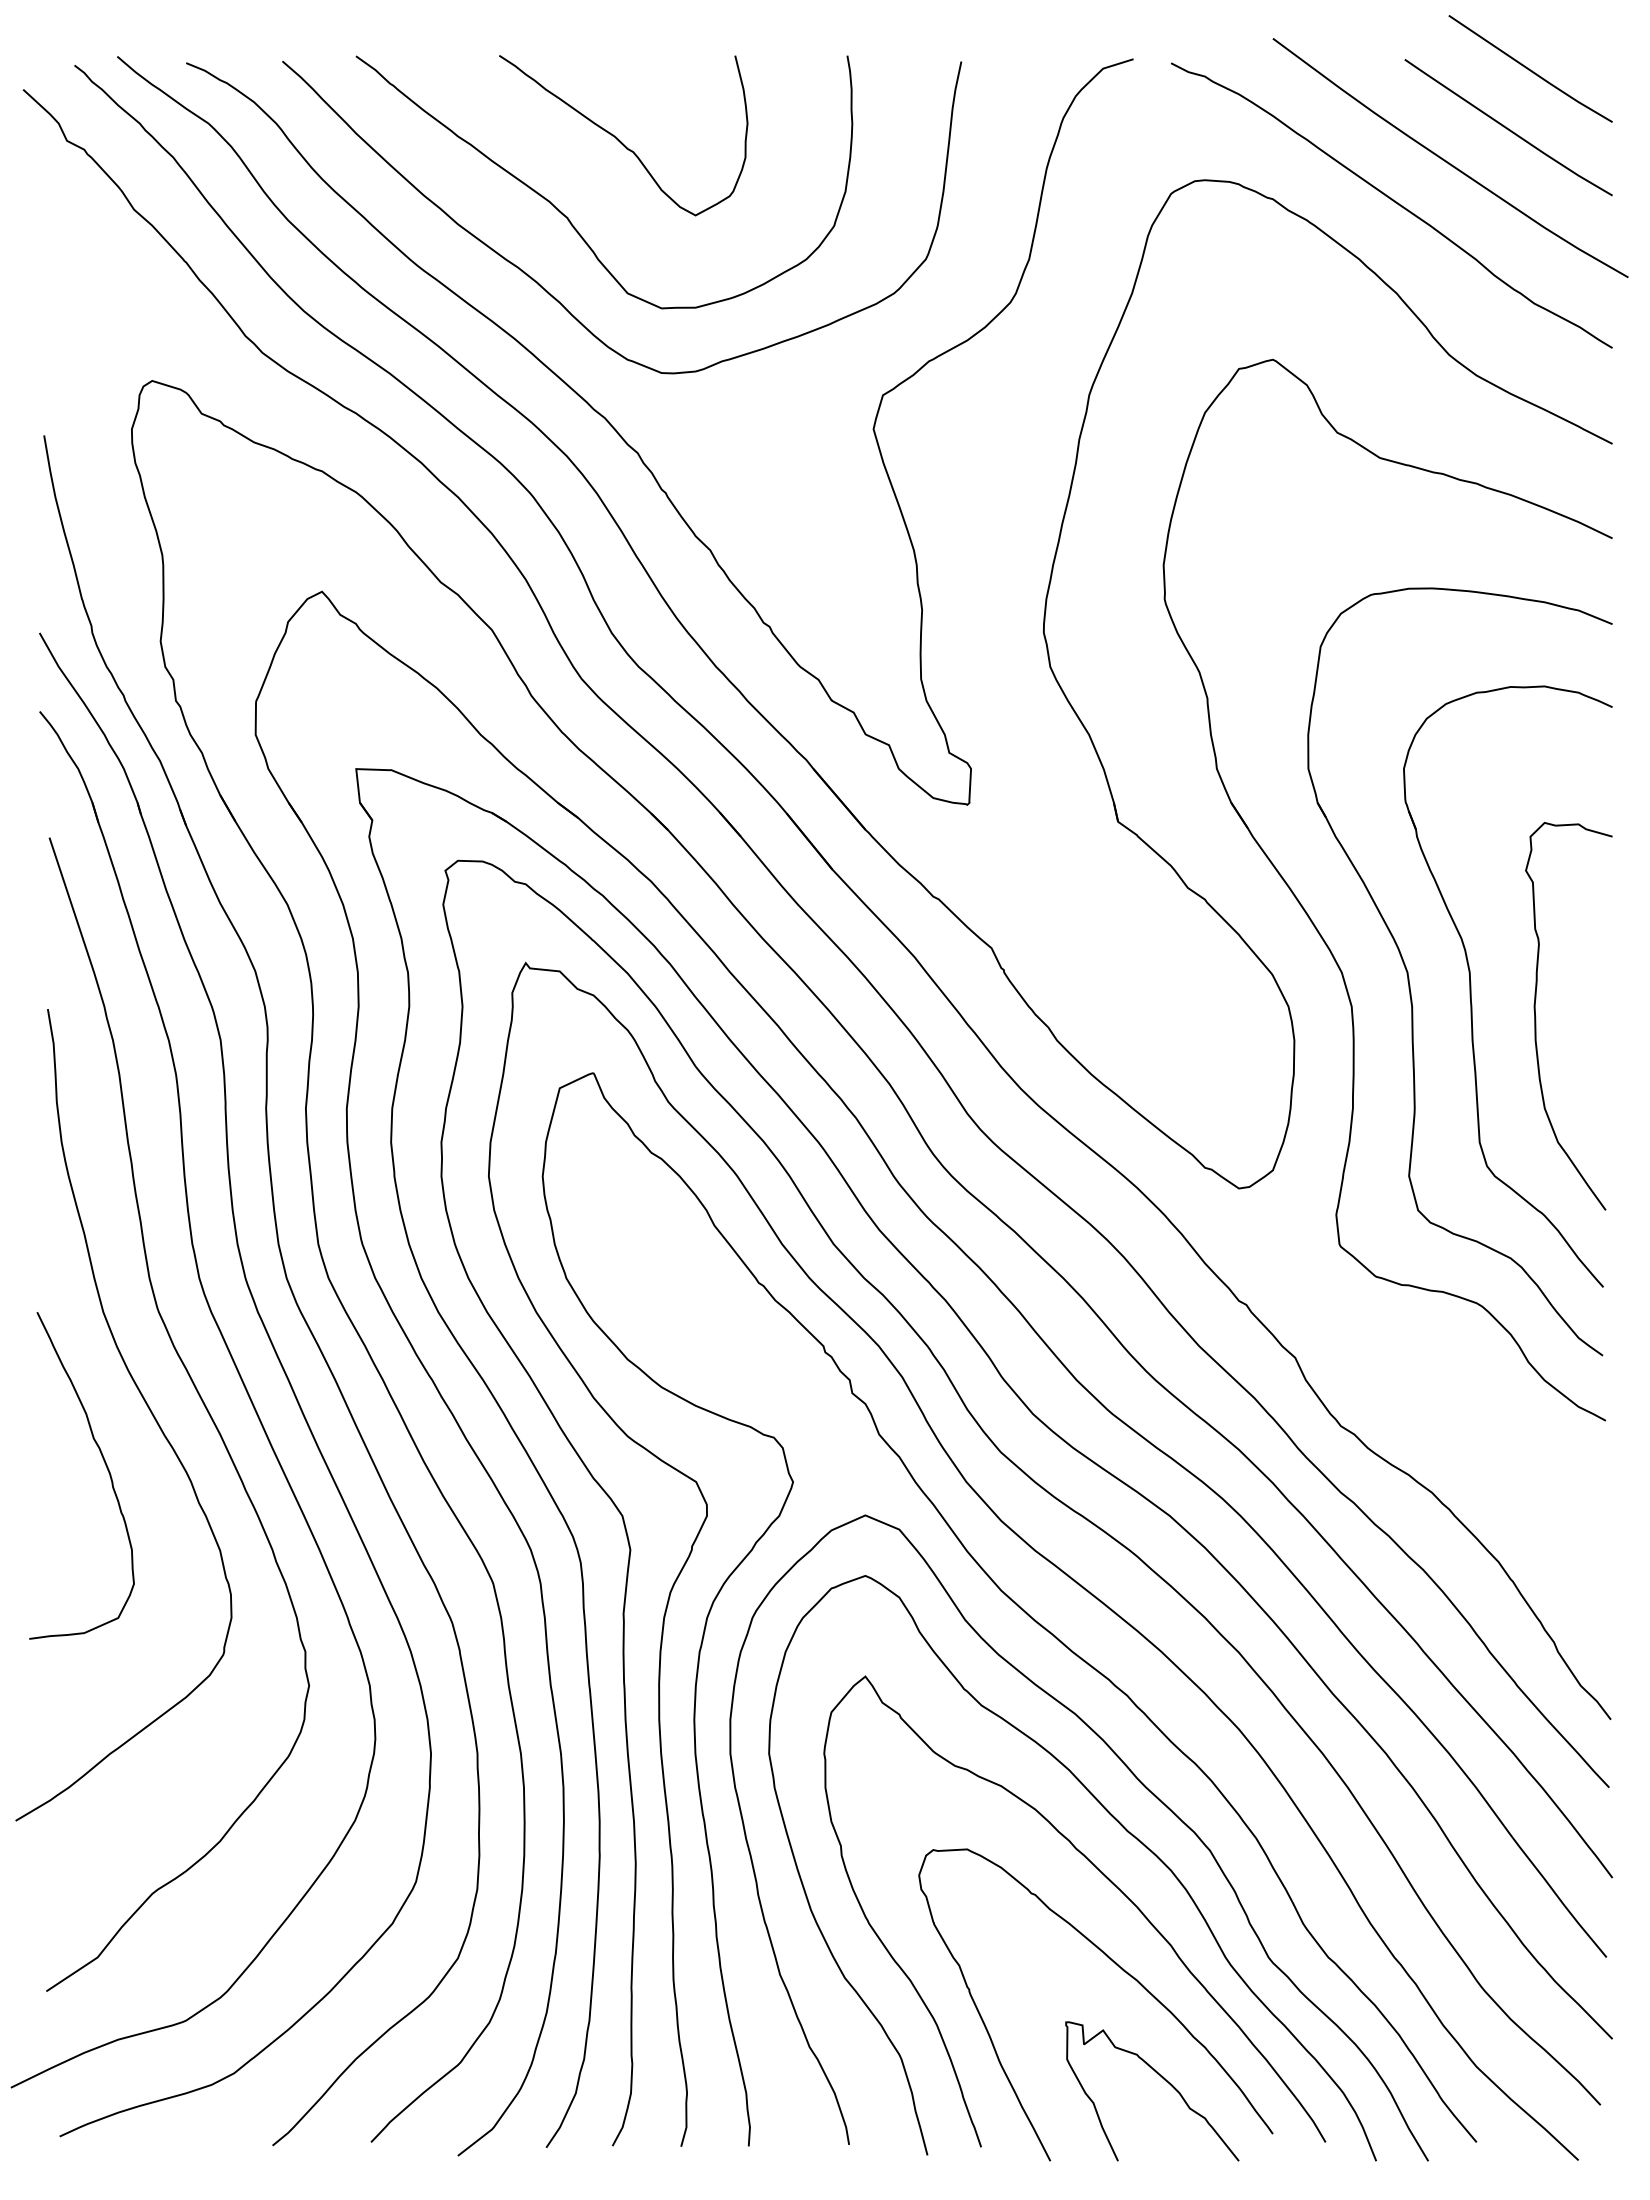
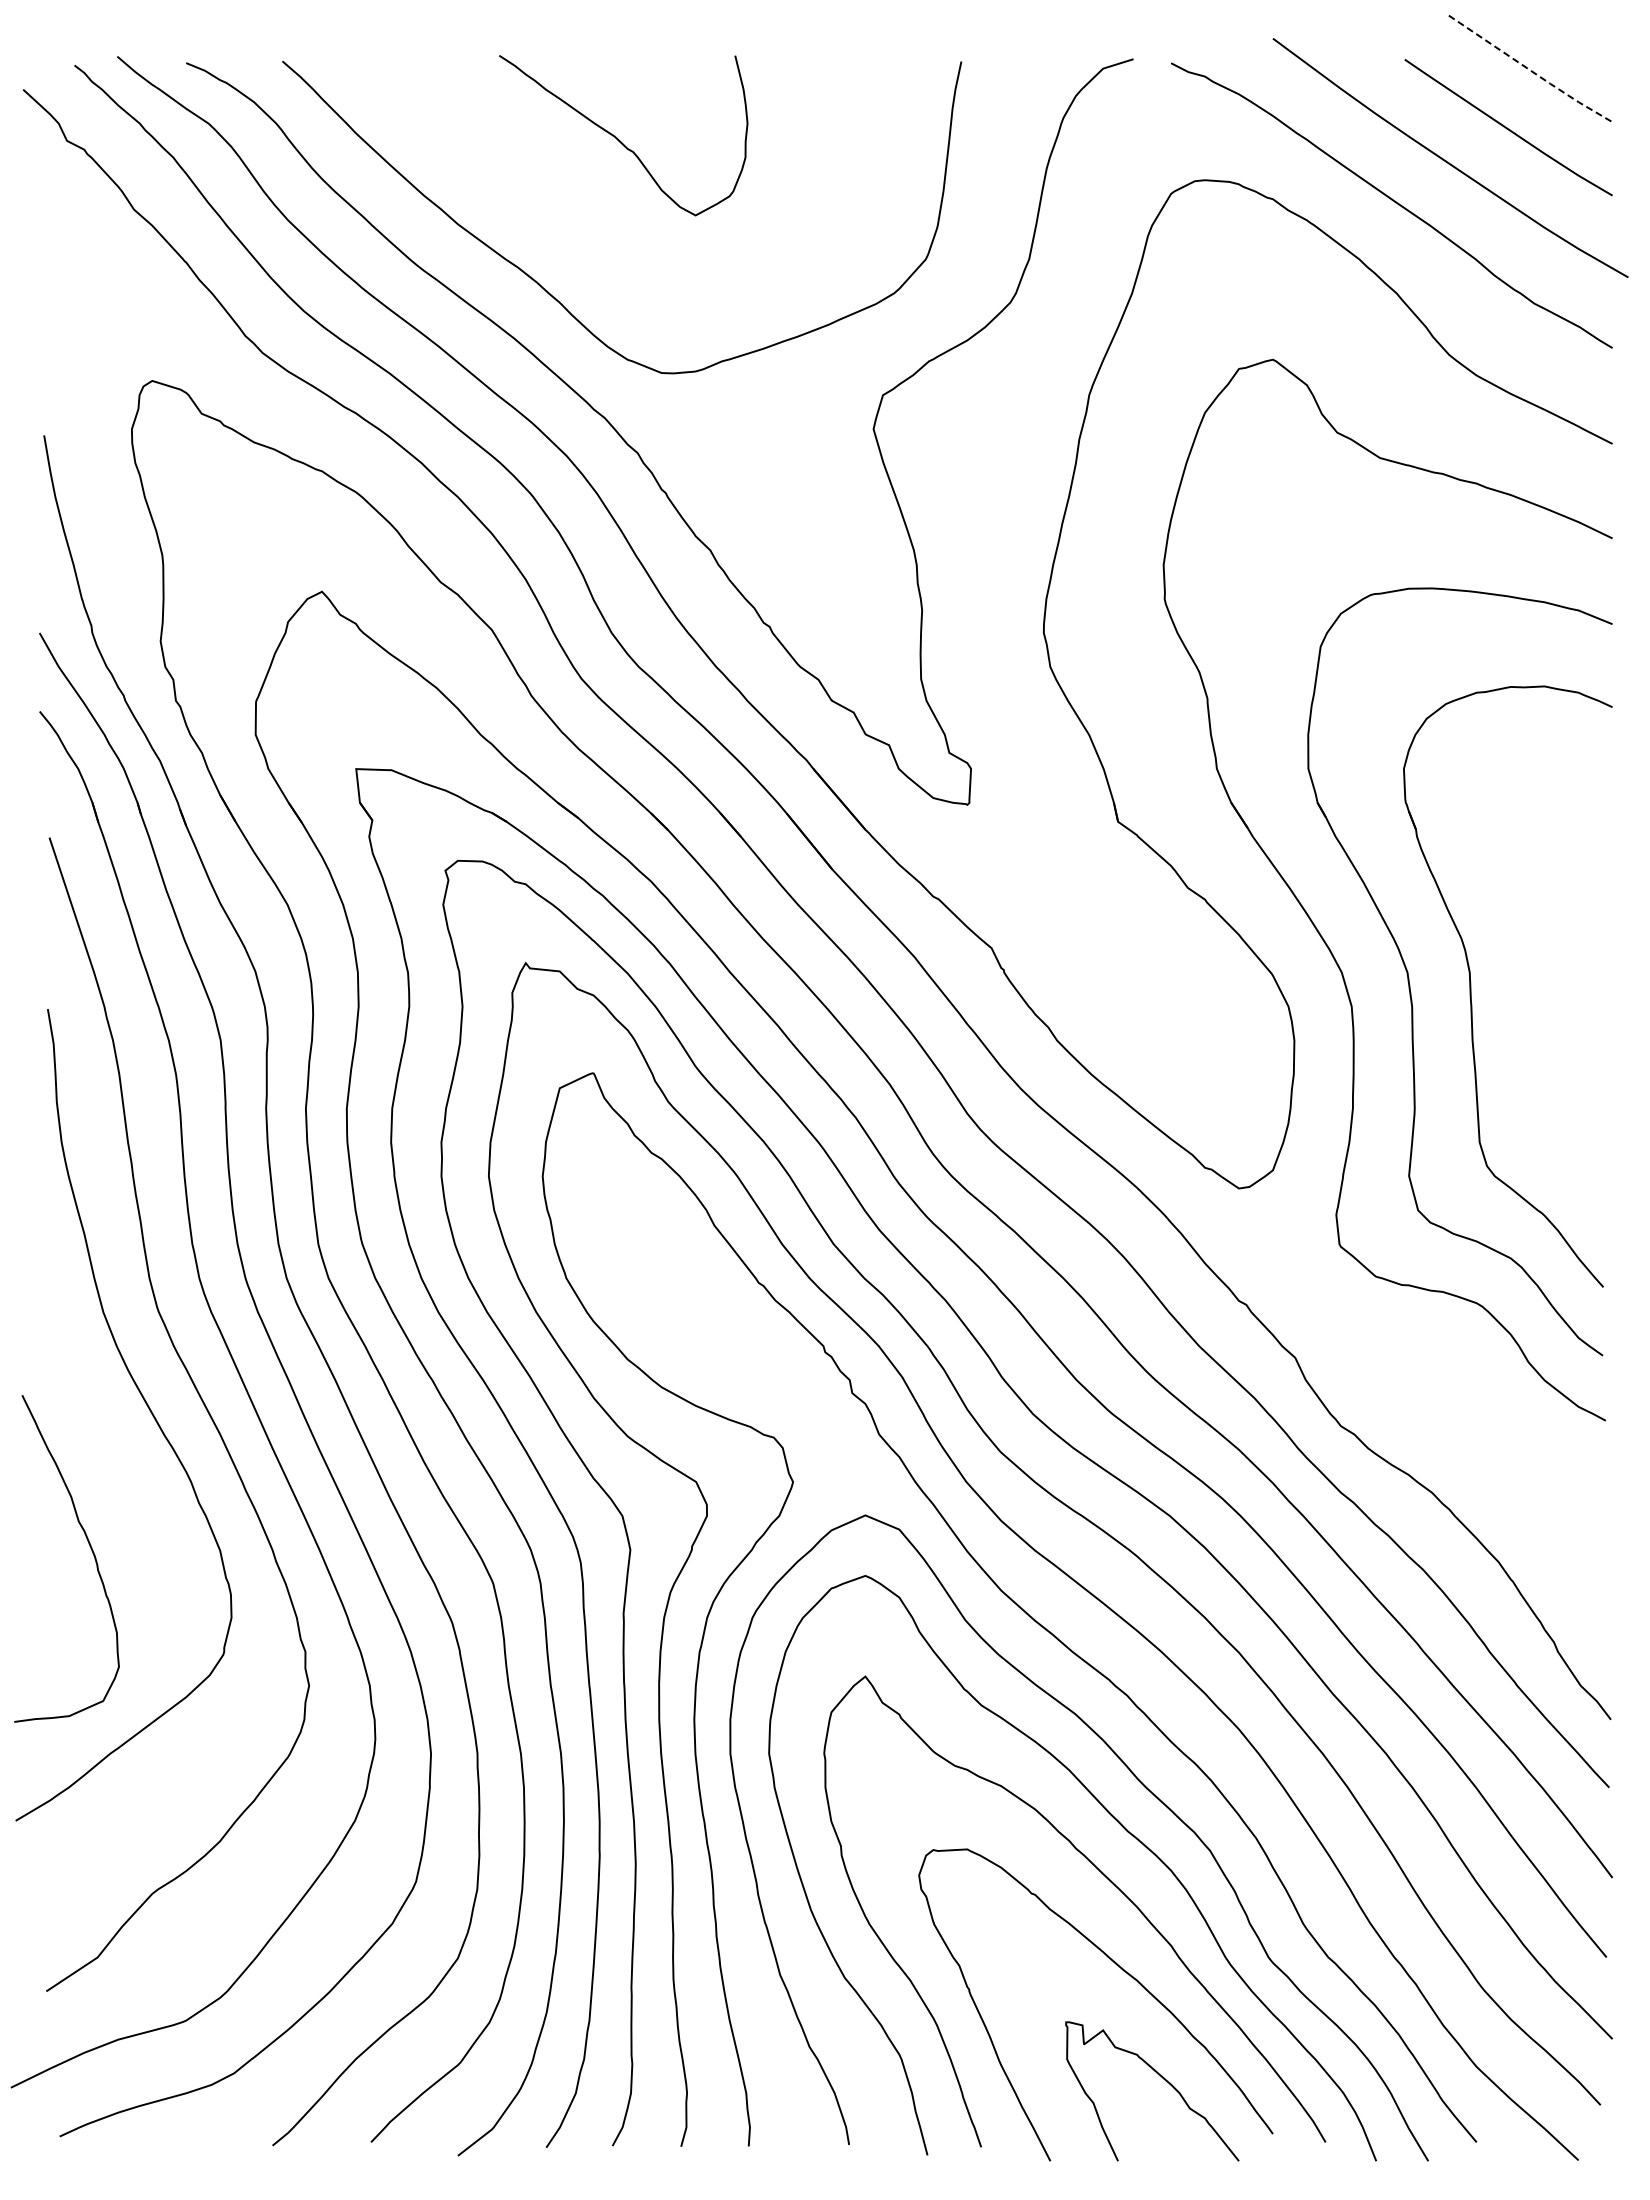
line at (1531, 71): solid -> dashed
curve at (568, 217): present -> none
curve at (1536, 1017): present -> none
curve at (104, 1463) position: (104, 1463) -> (89, 1546)
